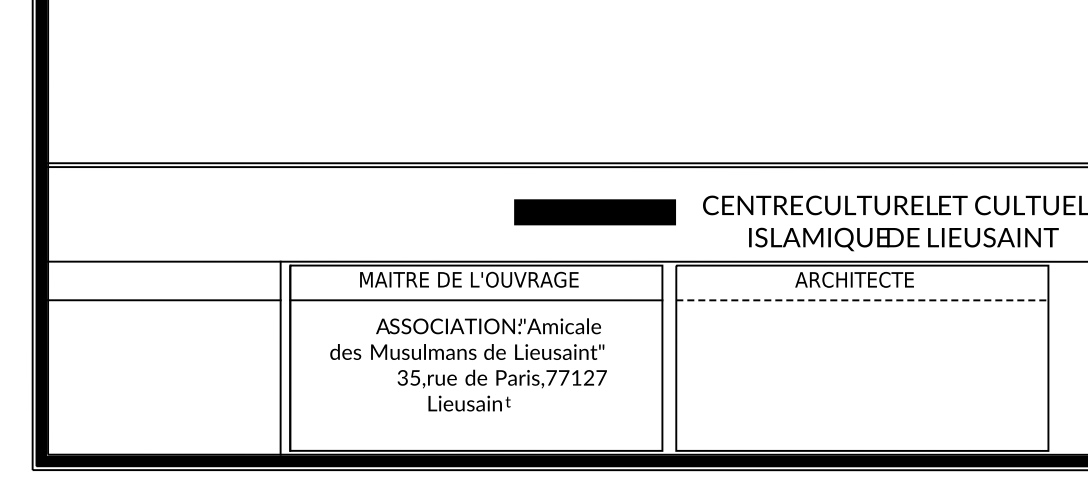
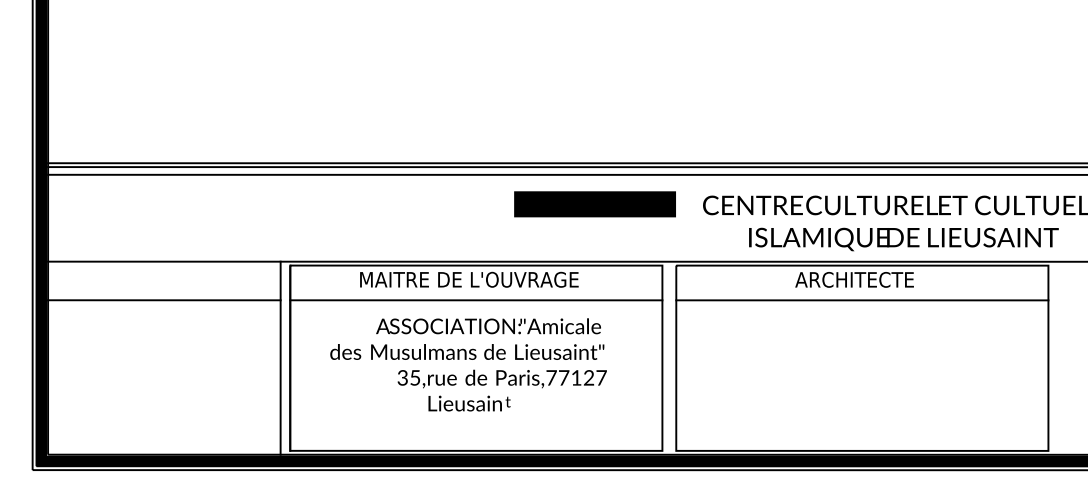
line at (566, 174): none -> present
text at (594, 212) position: (594, 212) -> (594, 204)
line at (862, 300): dashed -> solid
